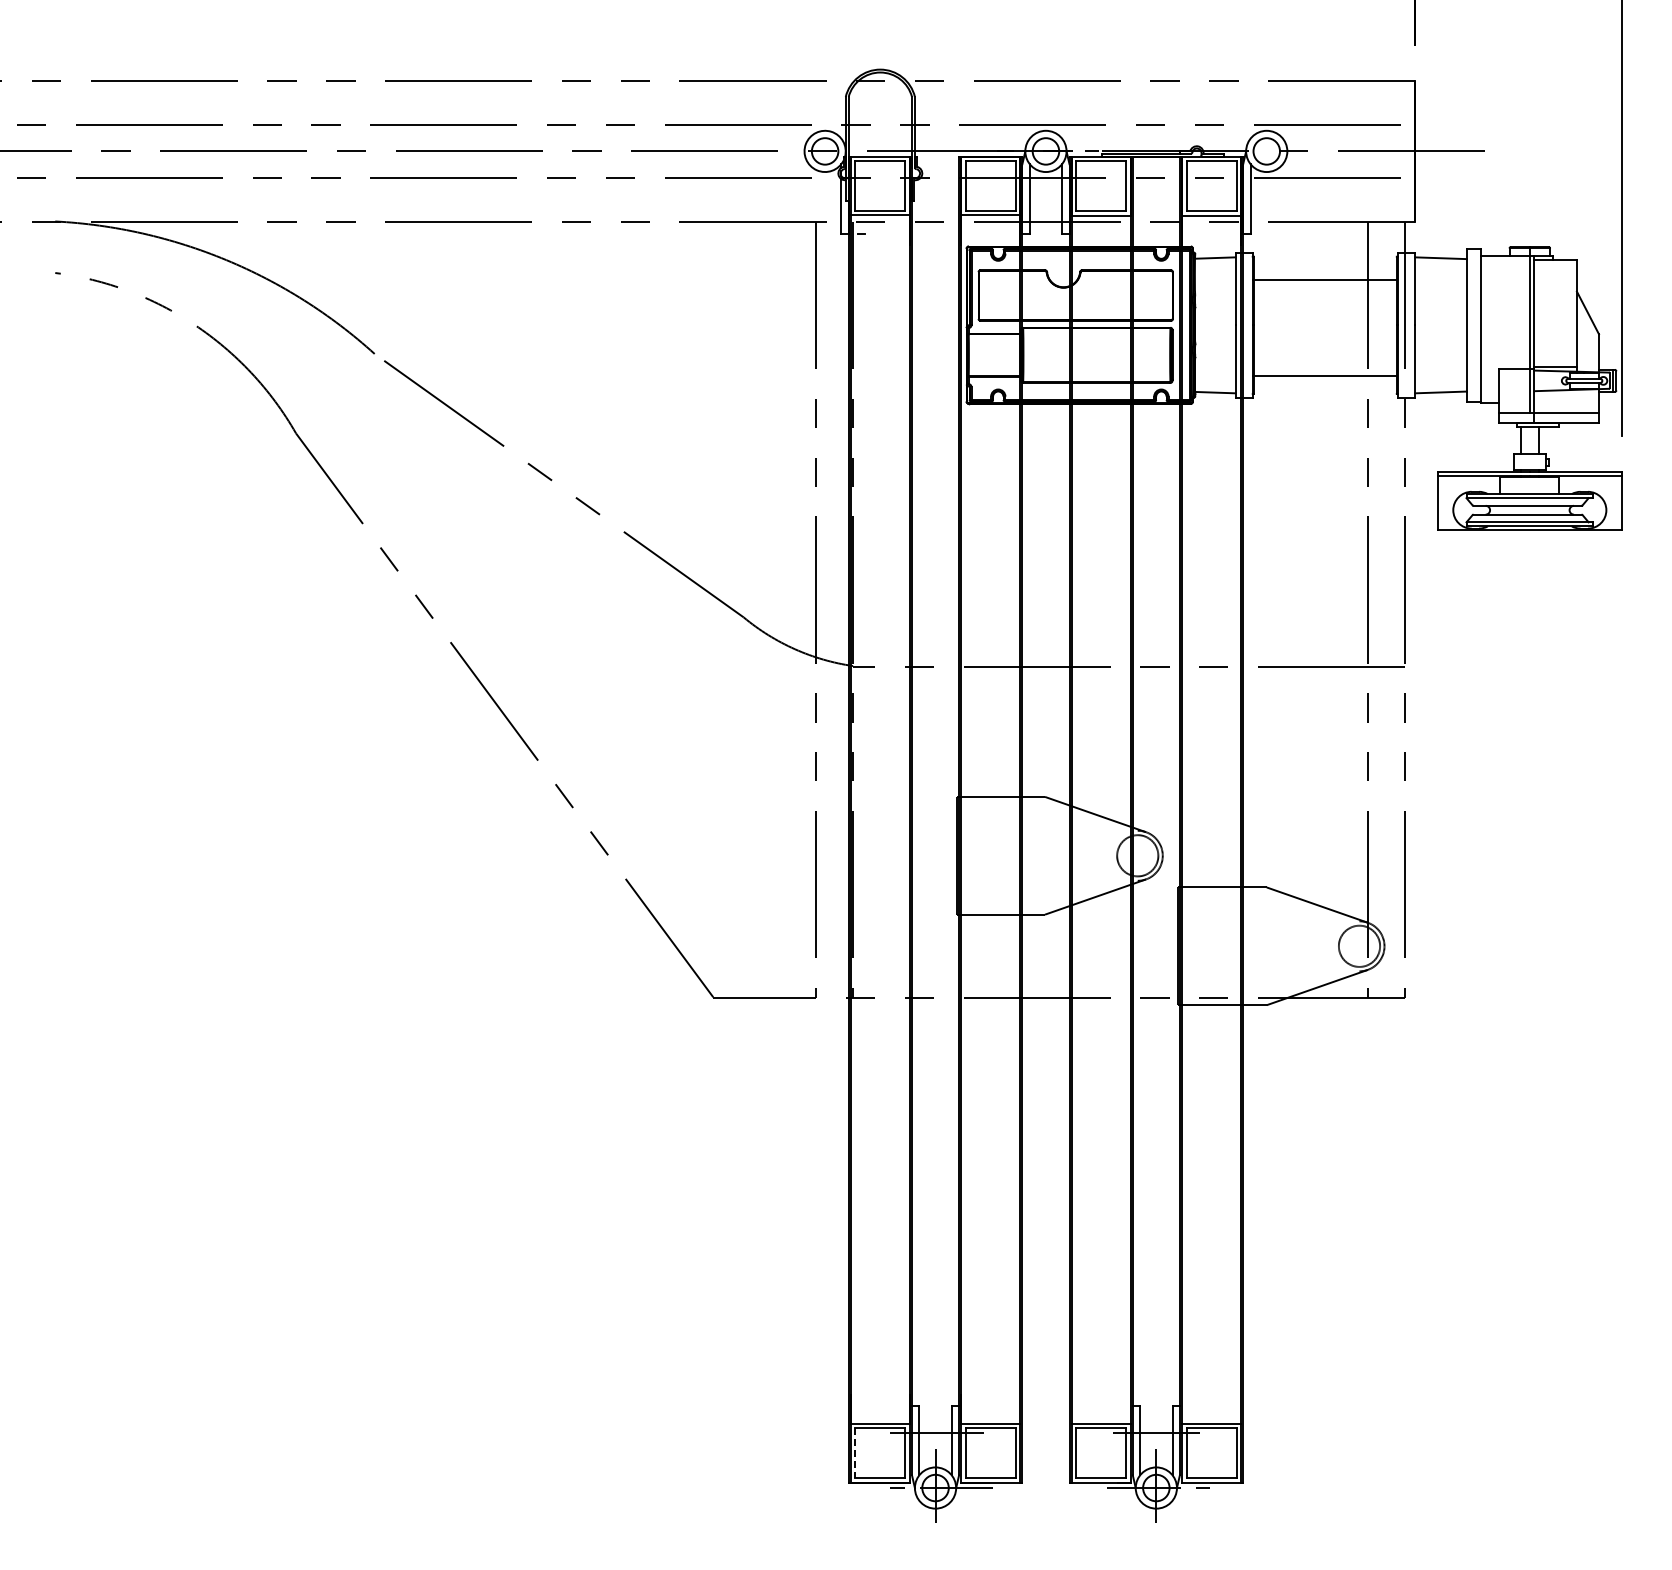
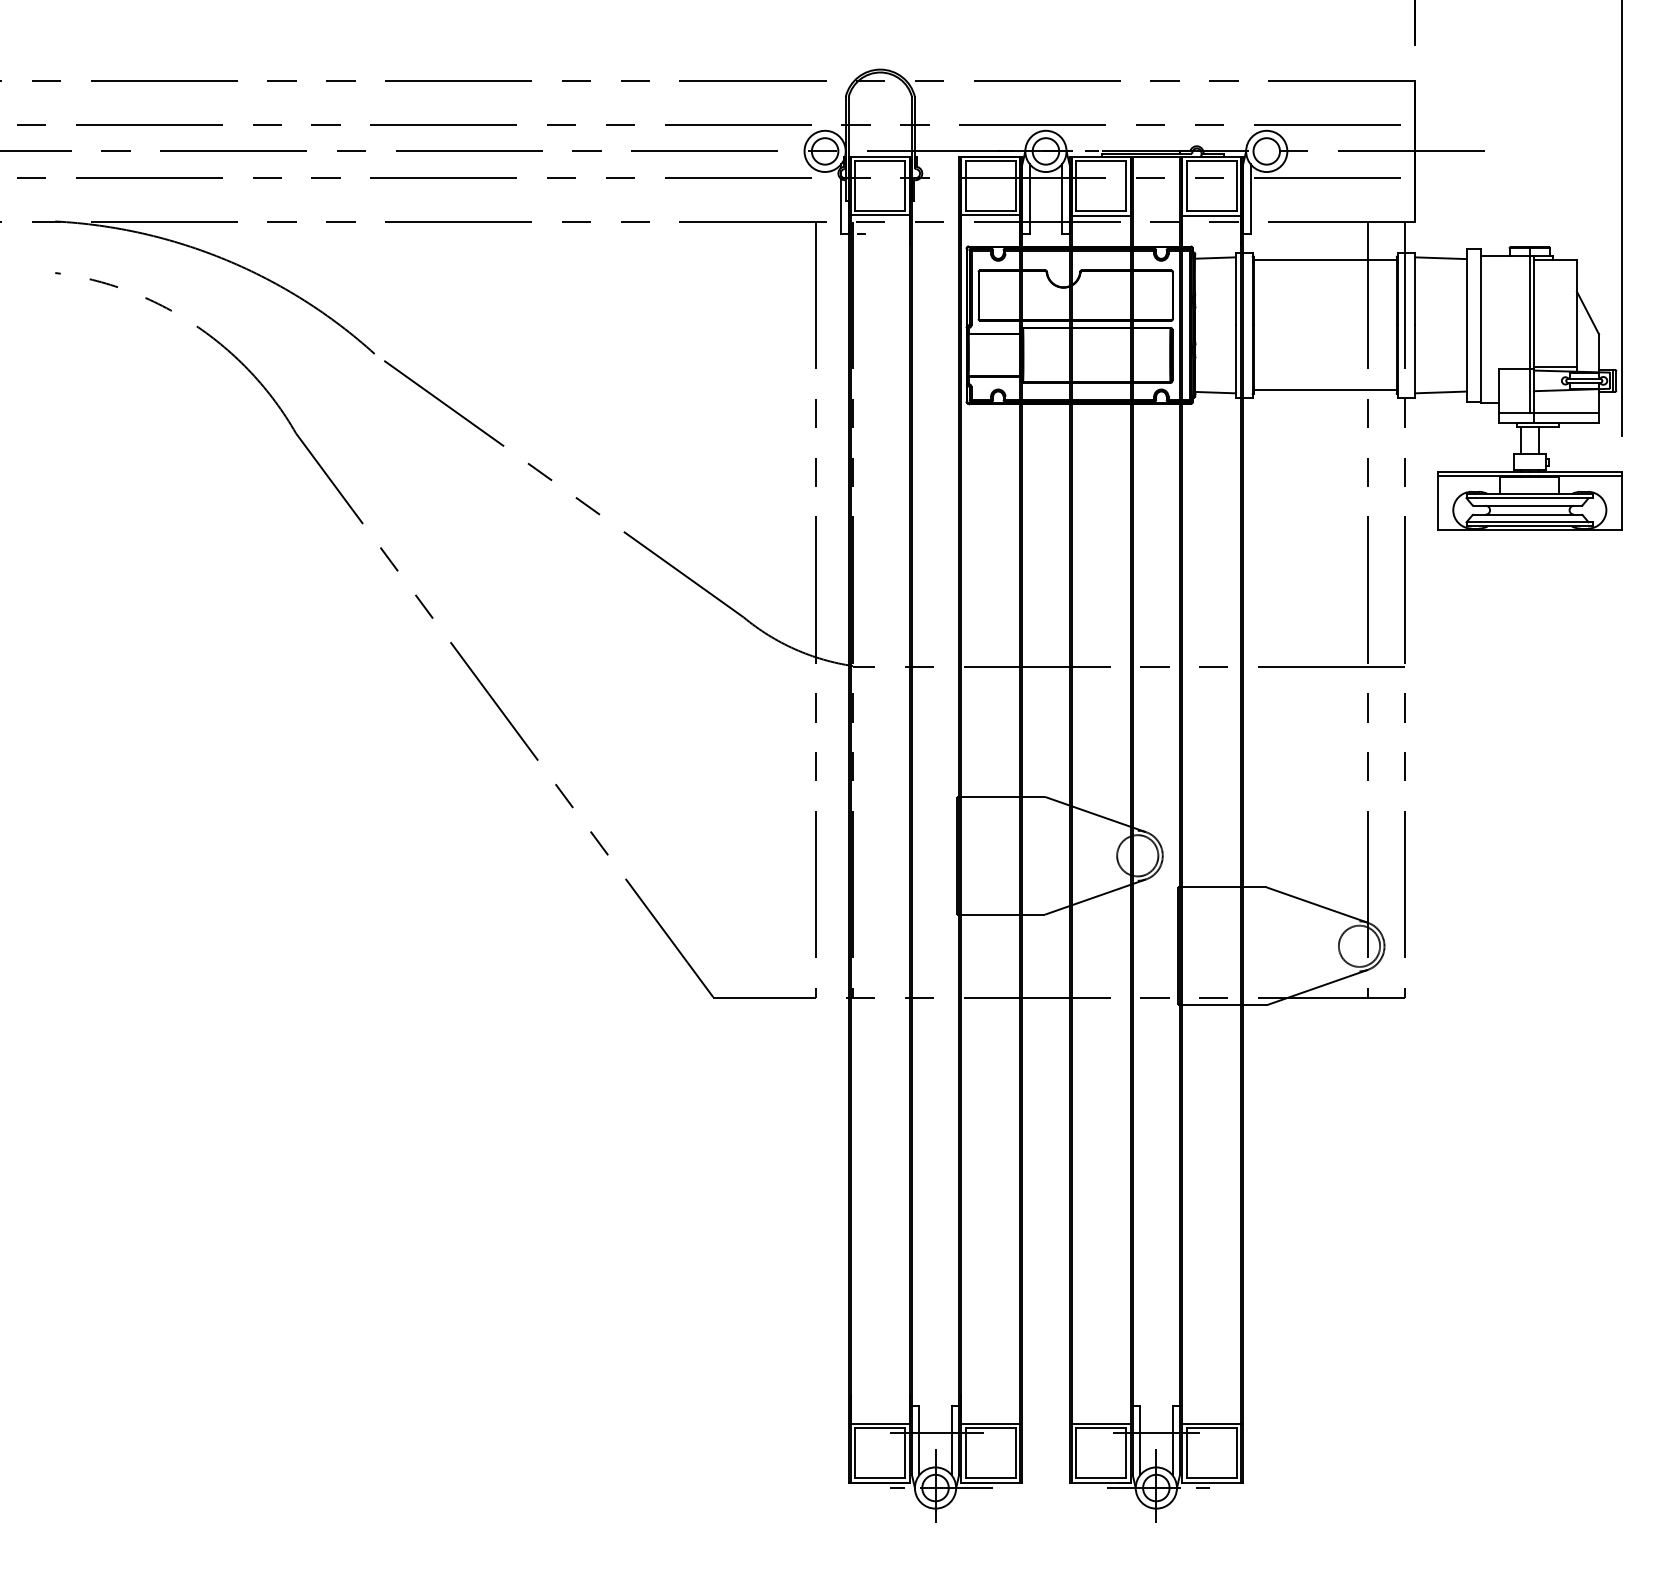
line at (1324, 280) position: (1324, 280) -> (1324, 260)
line at (1324, 376) position: (1324, 376) -> (1324, 390)
line at (855, 1453): dashed -> solid
